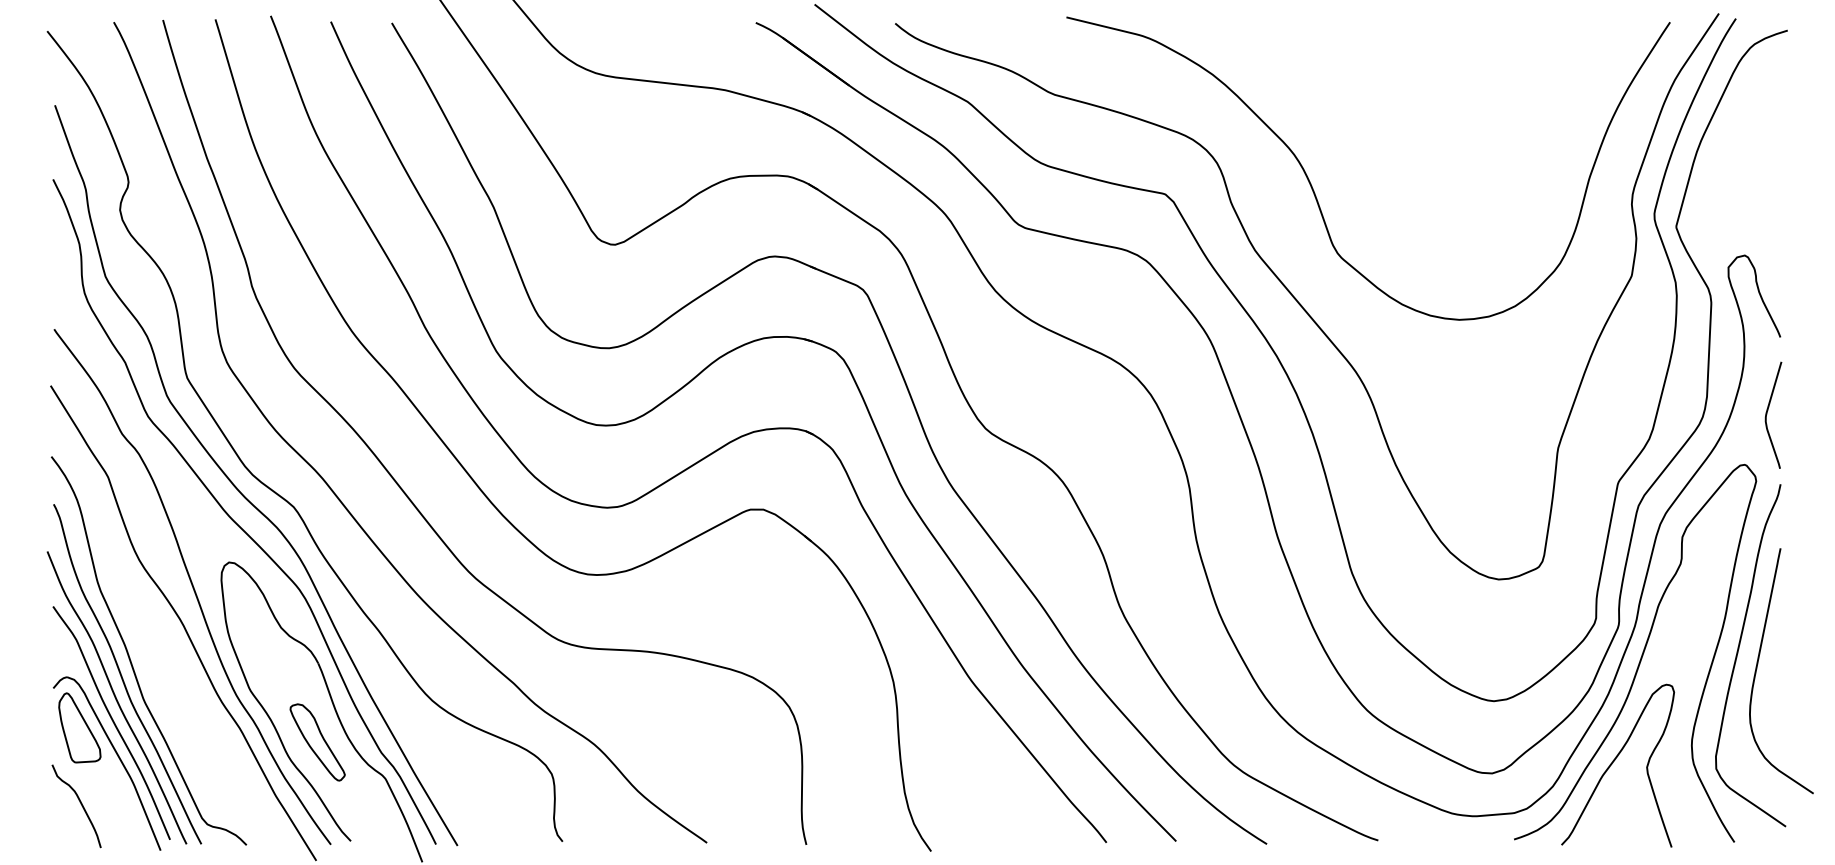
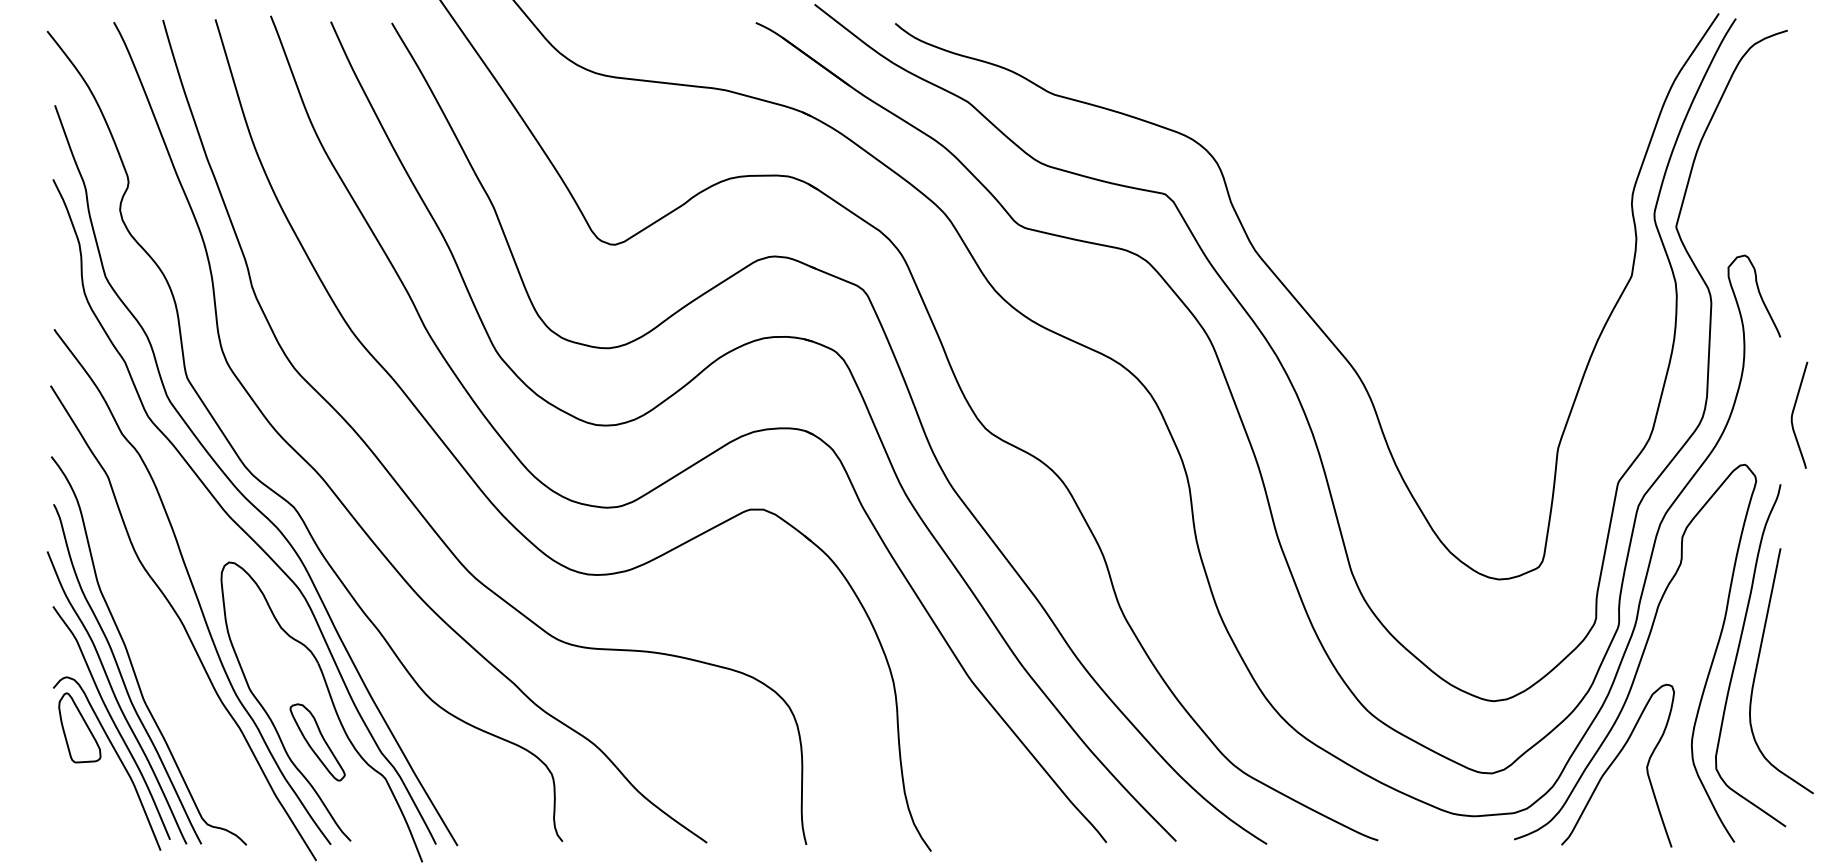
curve at (1314, 190): present -> none
curve at (1767, 414) position: (1767, 414) -> (1793, 414)
curve at (80, 804): present -> none
